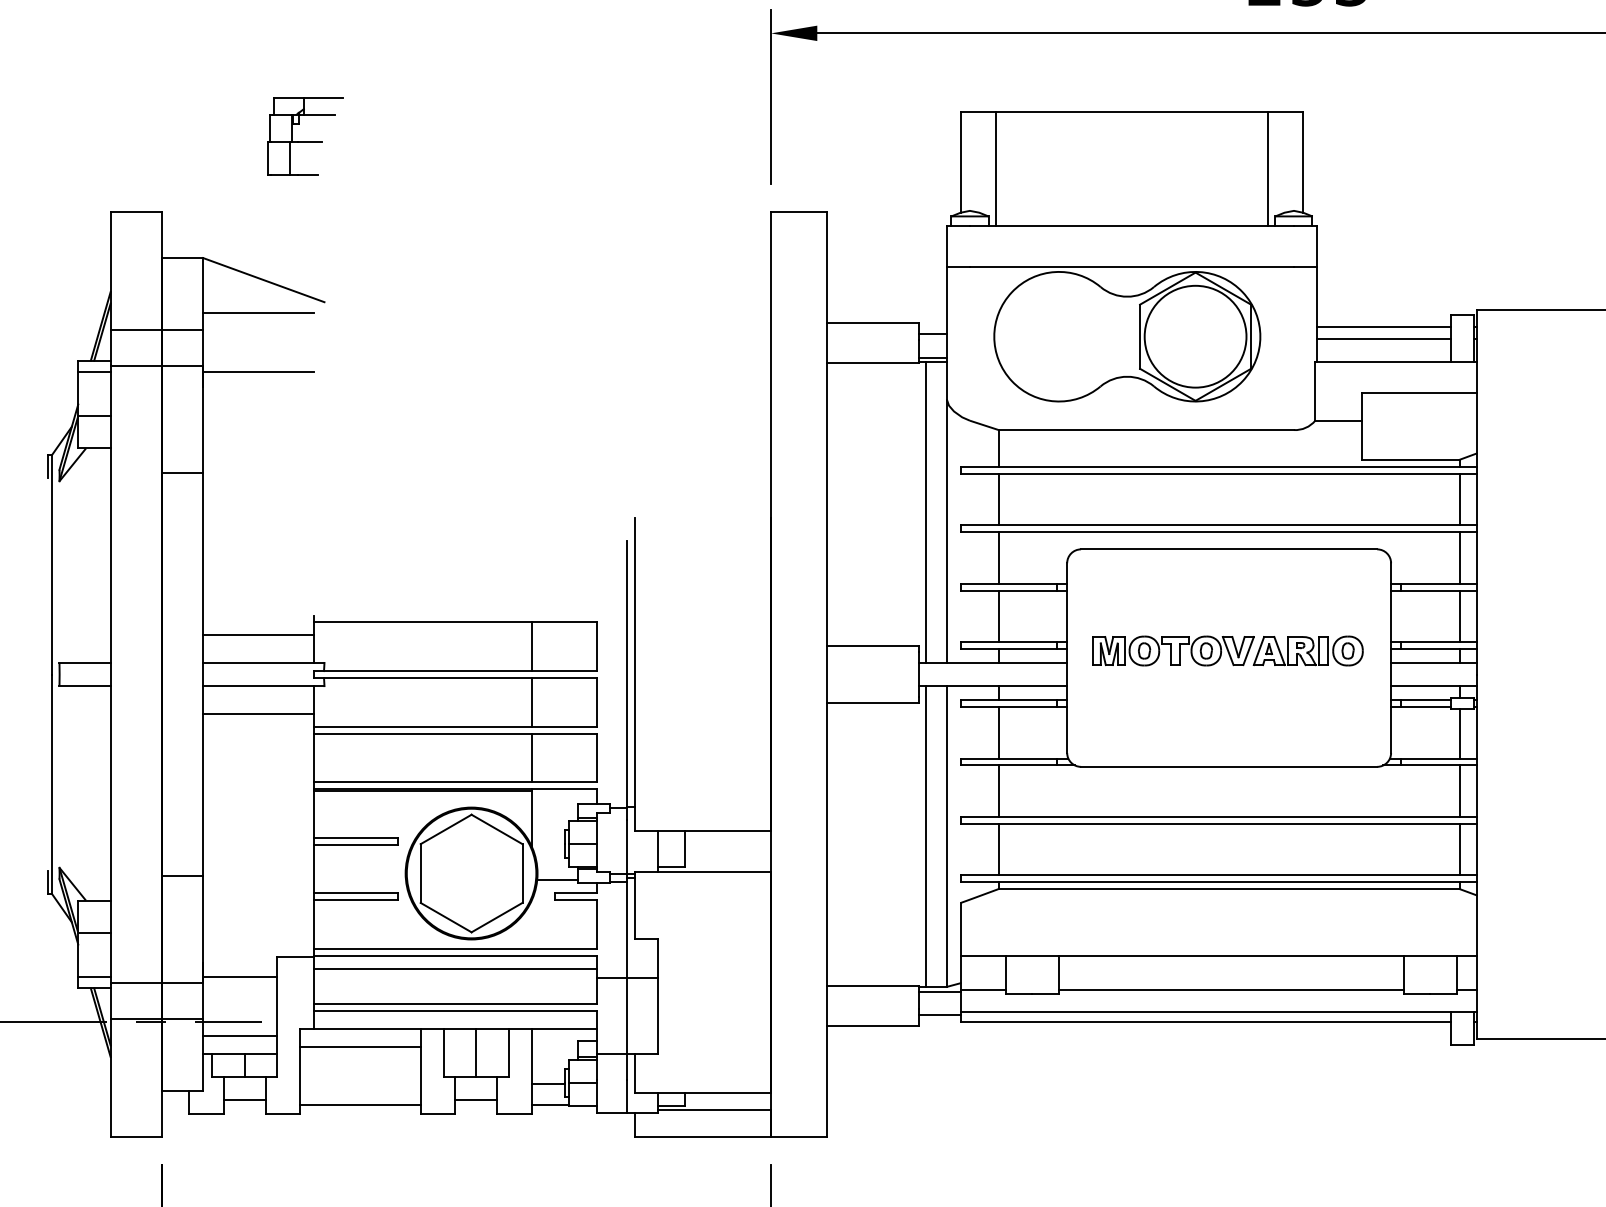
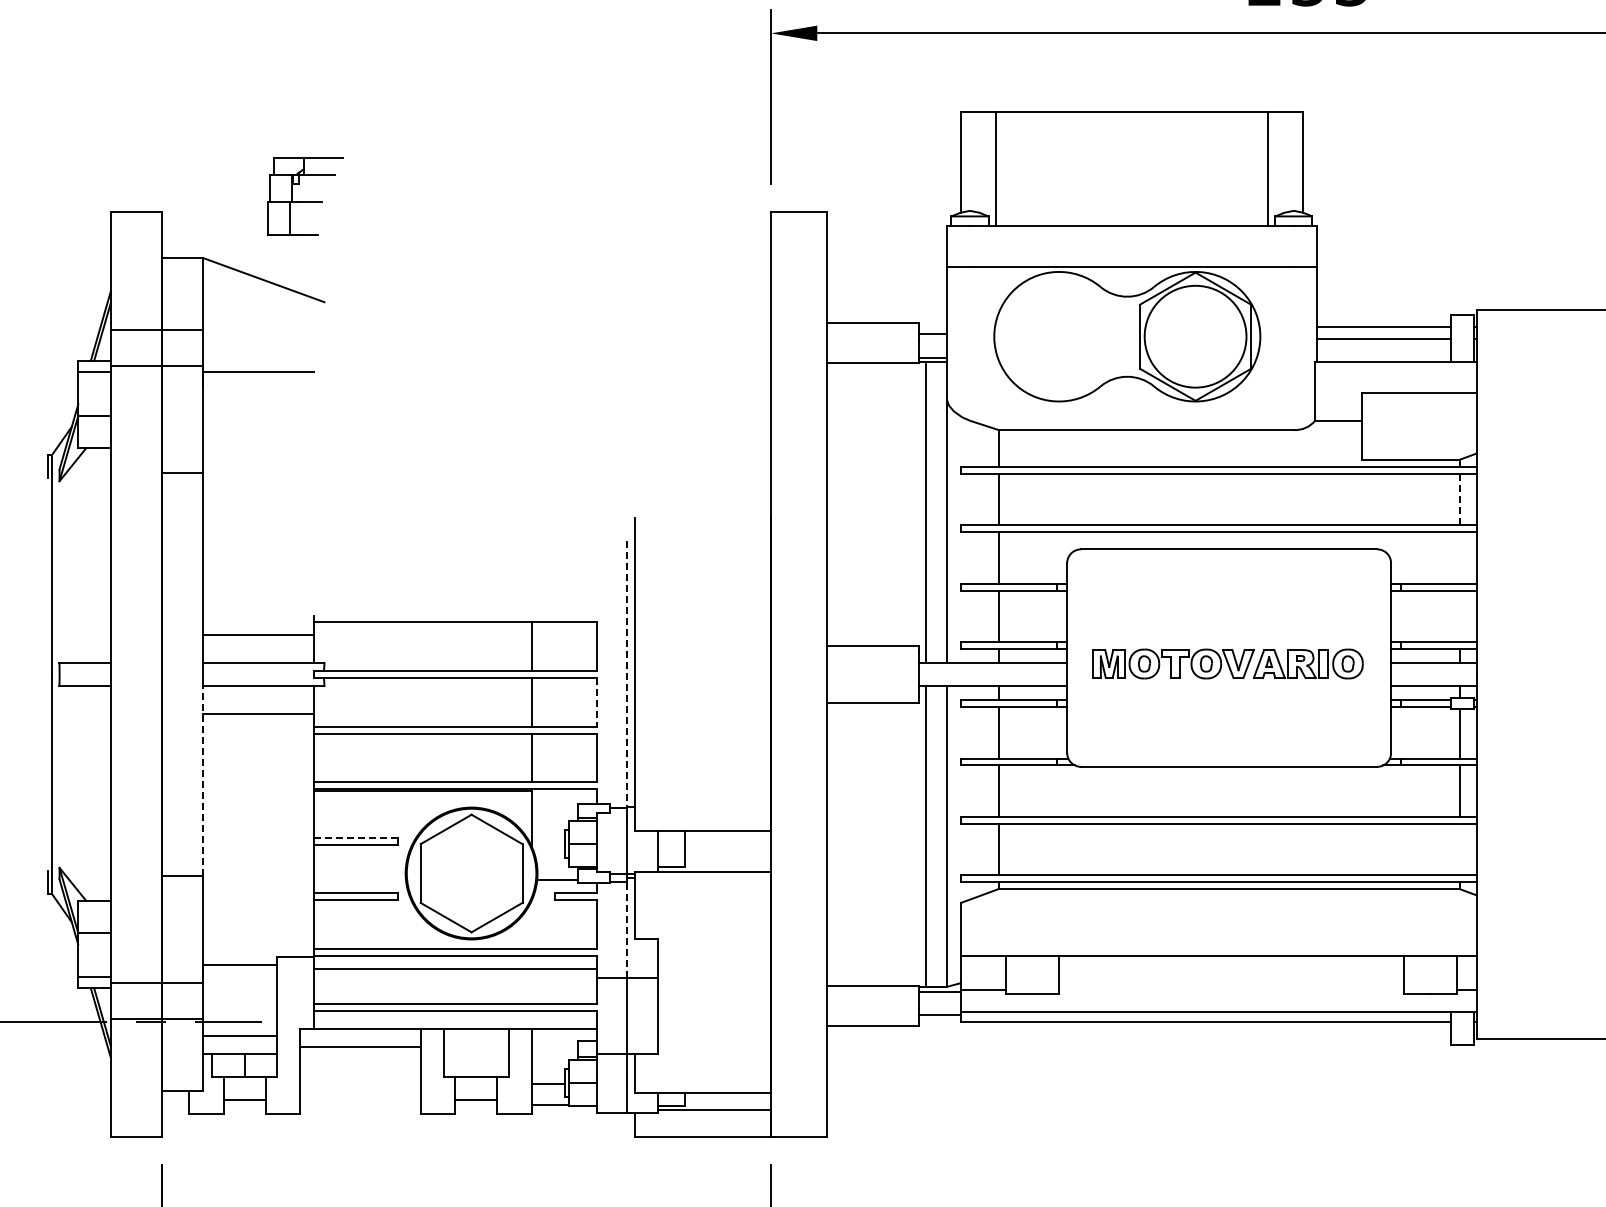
part at (305, 136) position: (305, 136) -> (305, 196)
line at (258, 313): present -> none
line at (1459, 499): solid -> dashed
line at (1459, 557): present -> none
line at (1459, 615): present -> none
part at (1227, 650) position: (1227, 650) -> (1227, 663)
line at (626, 674): solid -> dashed
line at (596, 702): solid -> dashed
line at (203, 780): solid -> dashed
line at (355, 837): solid -> dashed
line at (1459, 849): present -> none
line at (626, 930): solid -> dashed
line at (240, 977) position: (240, 977) -> (240, 965)
line at (1231, 990): present -> none
line at (476, 1052): present -> none
line at (360, 1104): present -> none
